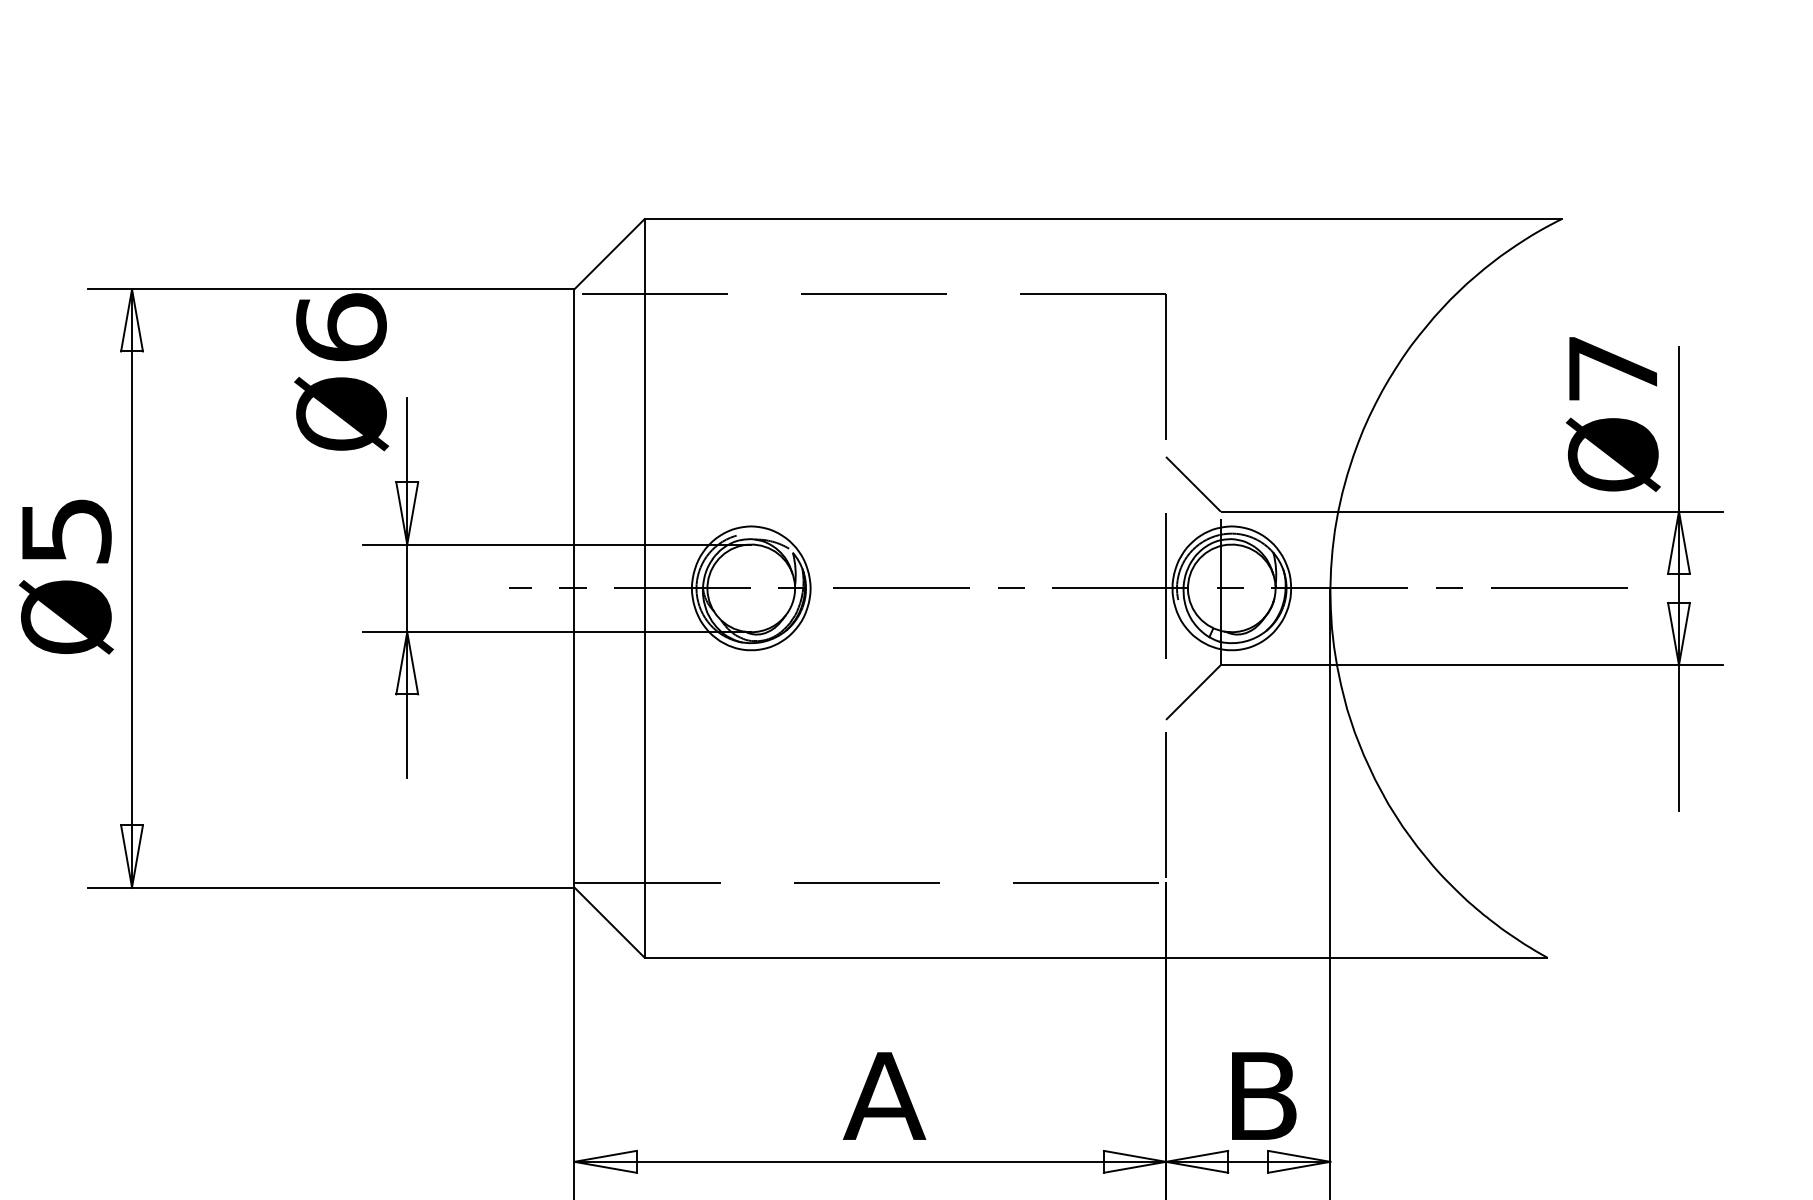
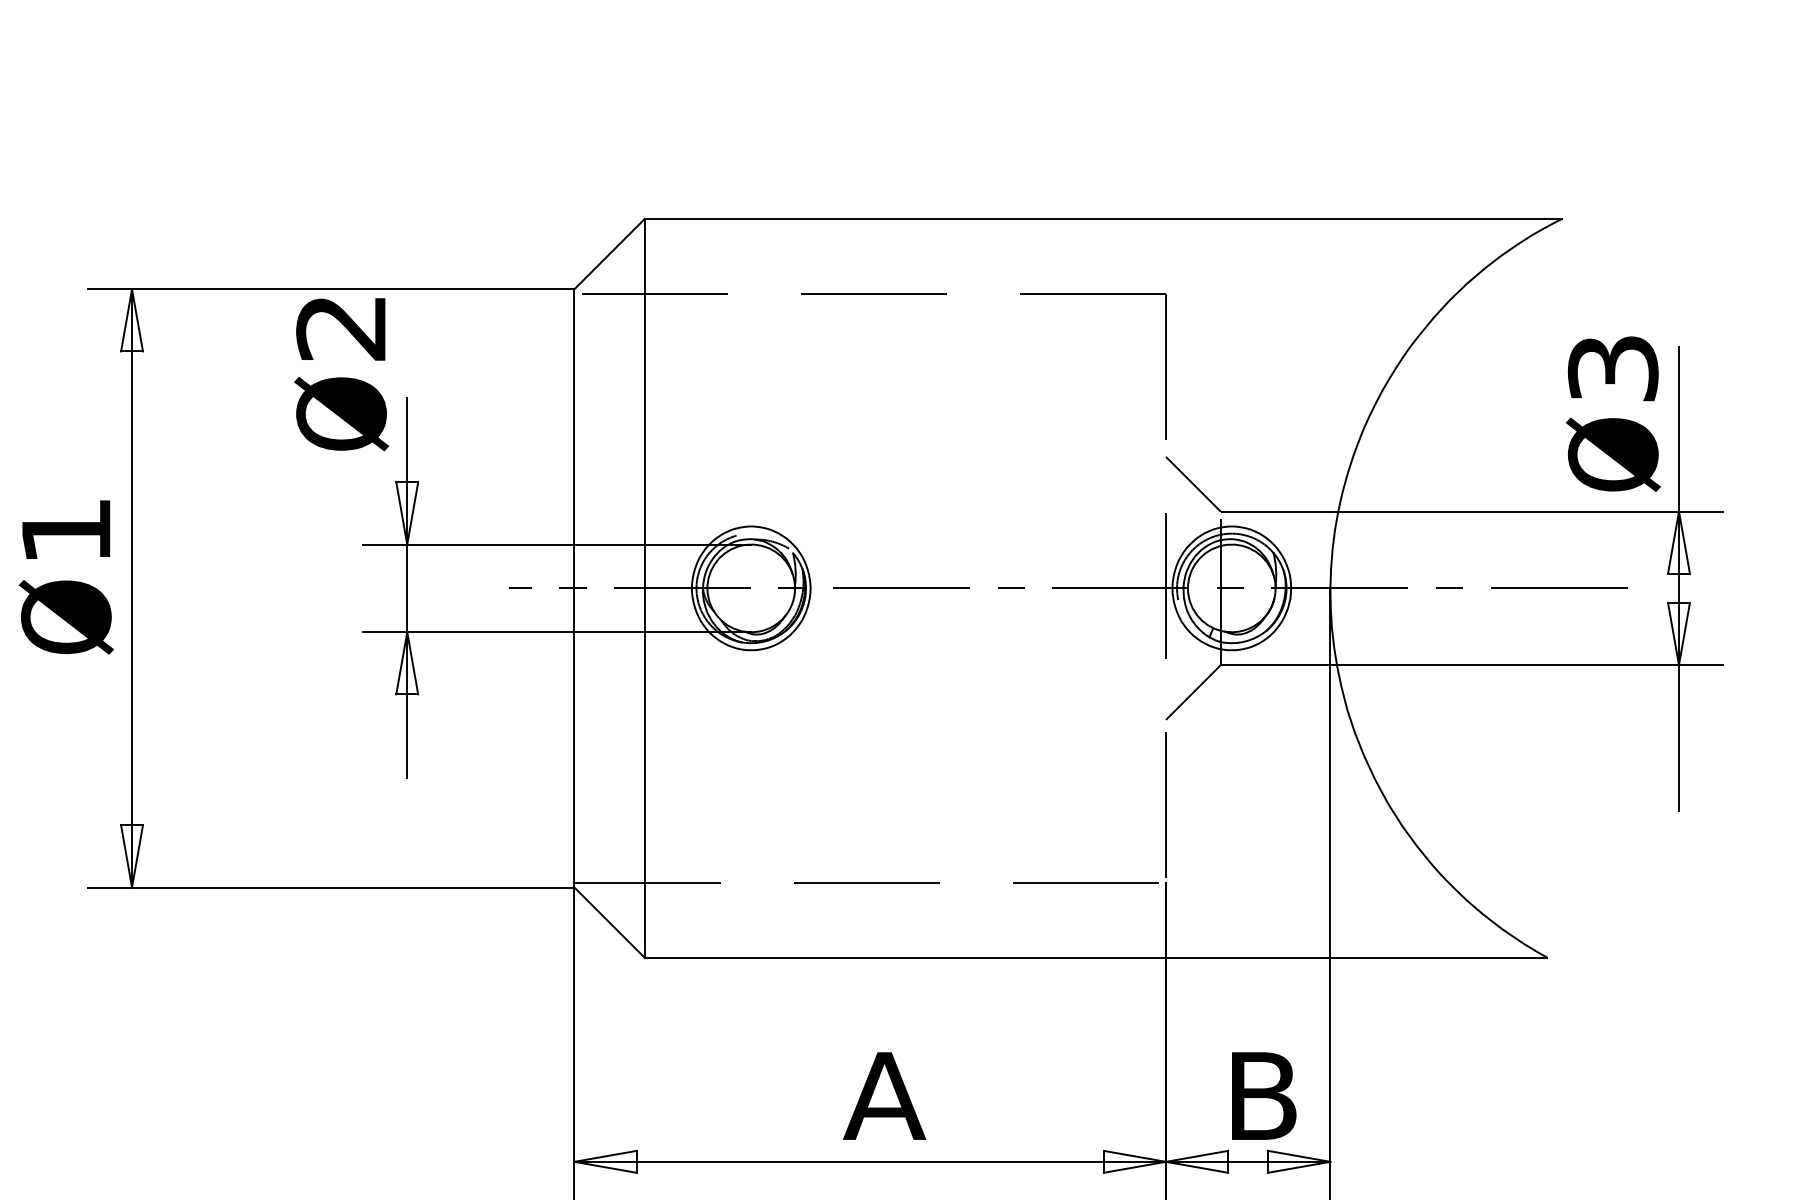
text at (341, 327): 6 -> 2
text at (1612, 368): 7 -> 3
text at (66, 531): 5 -> 1
